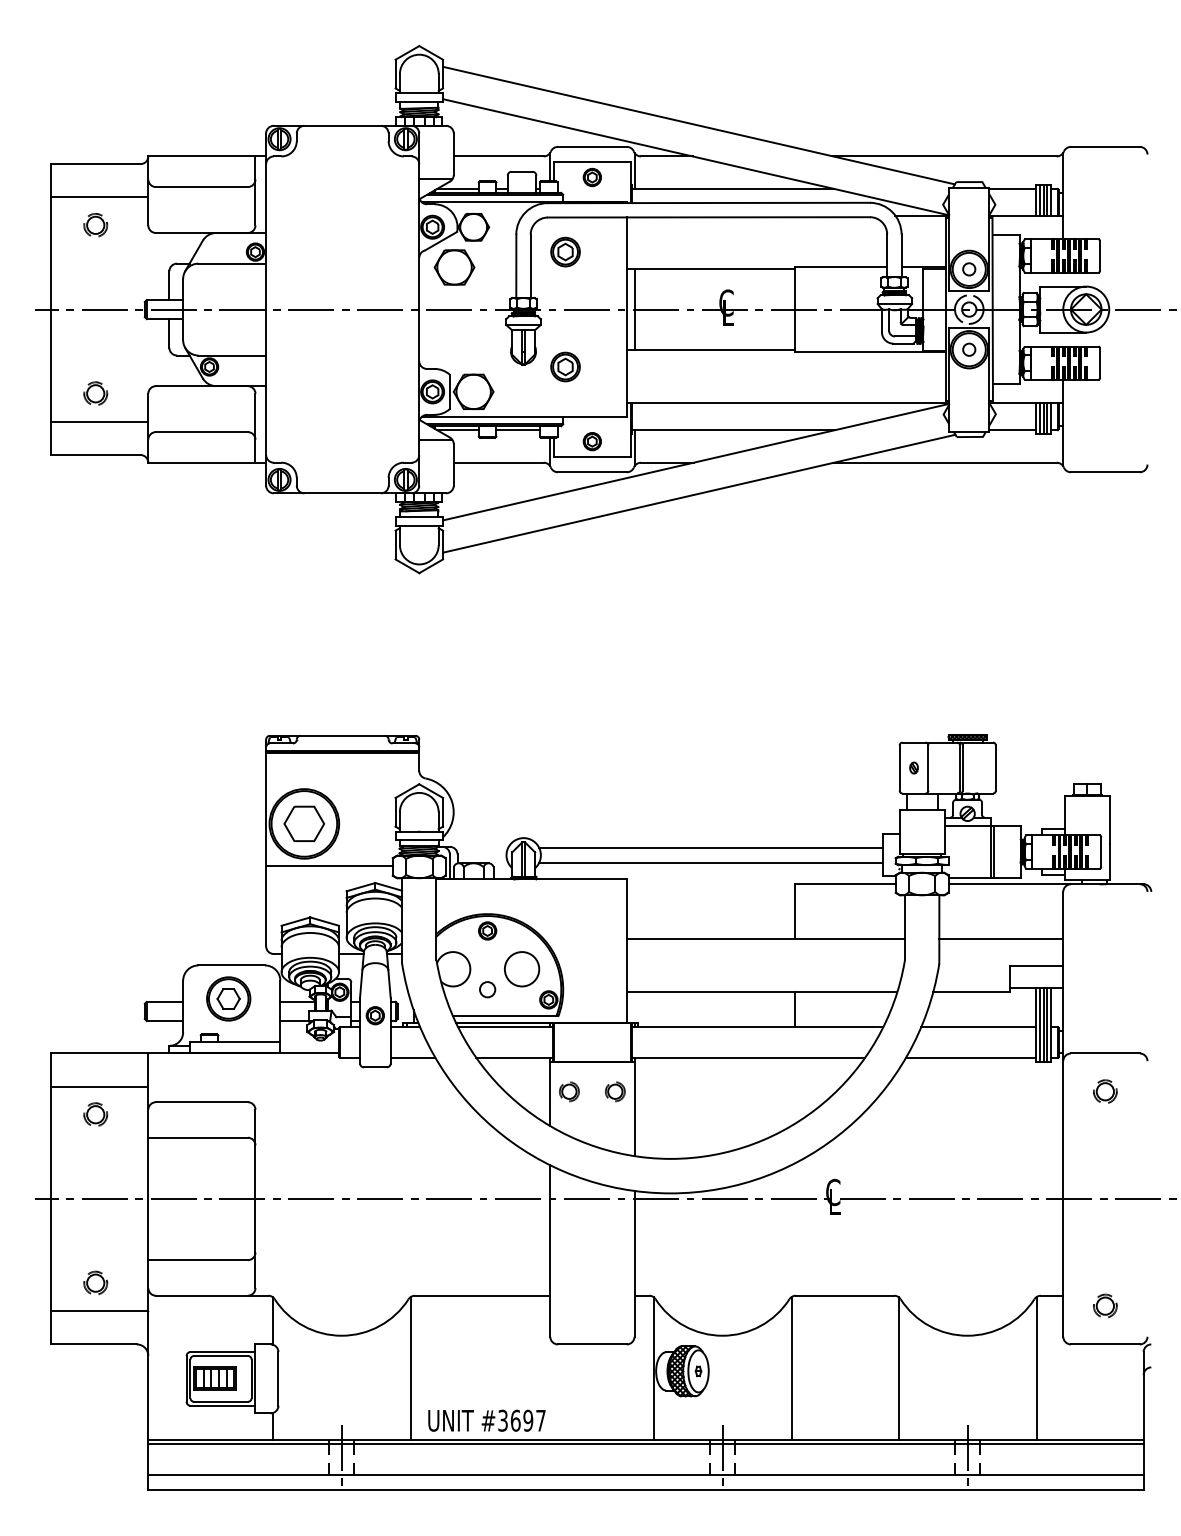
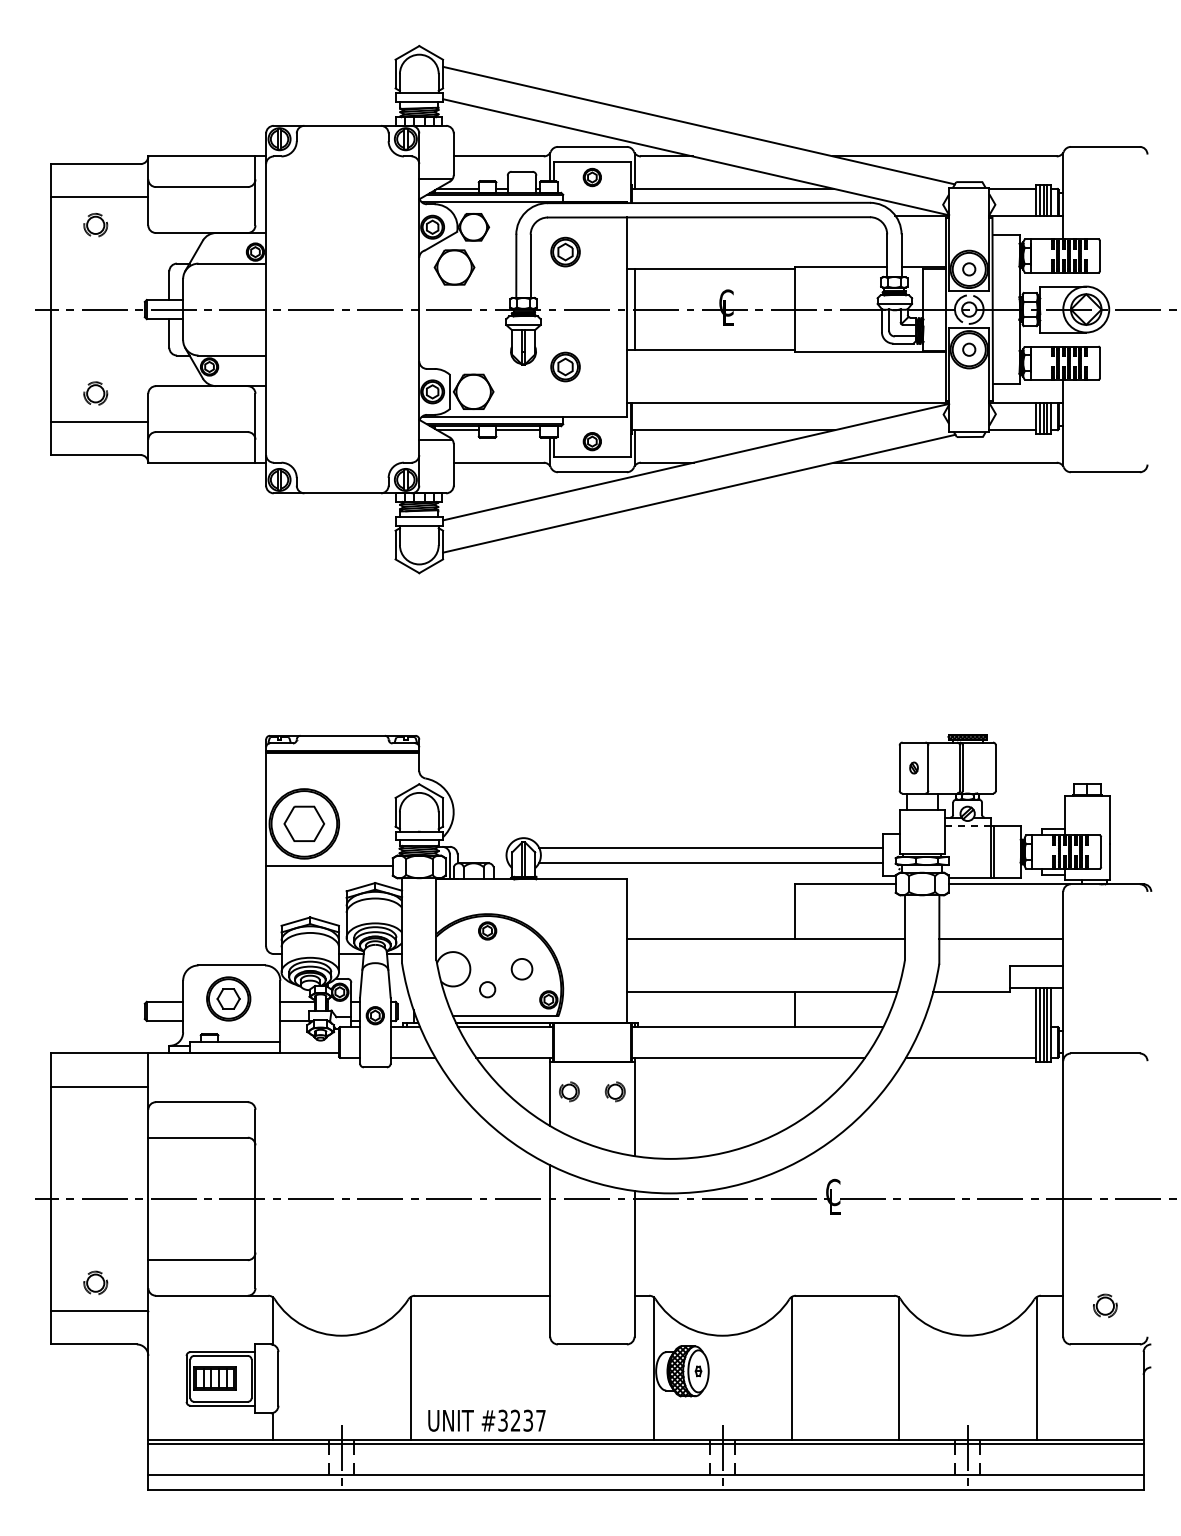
line at (967, 825): solid -> dashed
circle at (521, 969) diameter: 34 px -> 21 px
line at (978, 1027): present -> none
part at (1105, 1091): present -> none
part at (95, 1114): present -> none
text at (521, 1420): #3697 -> #3237
